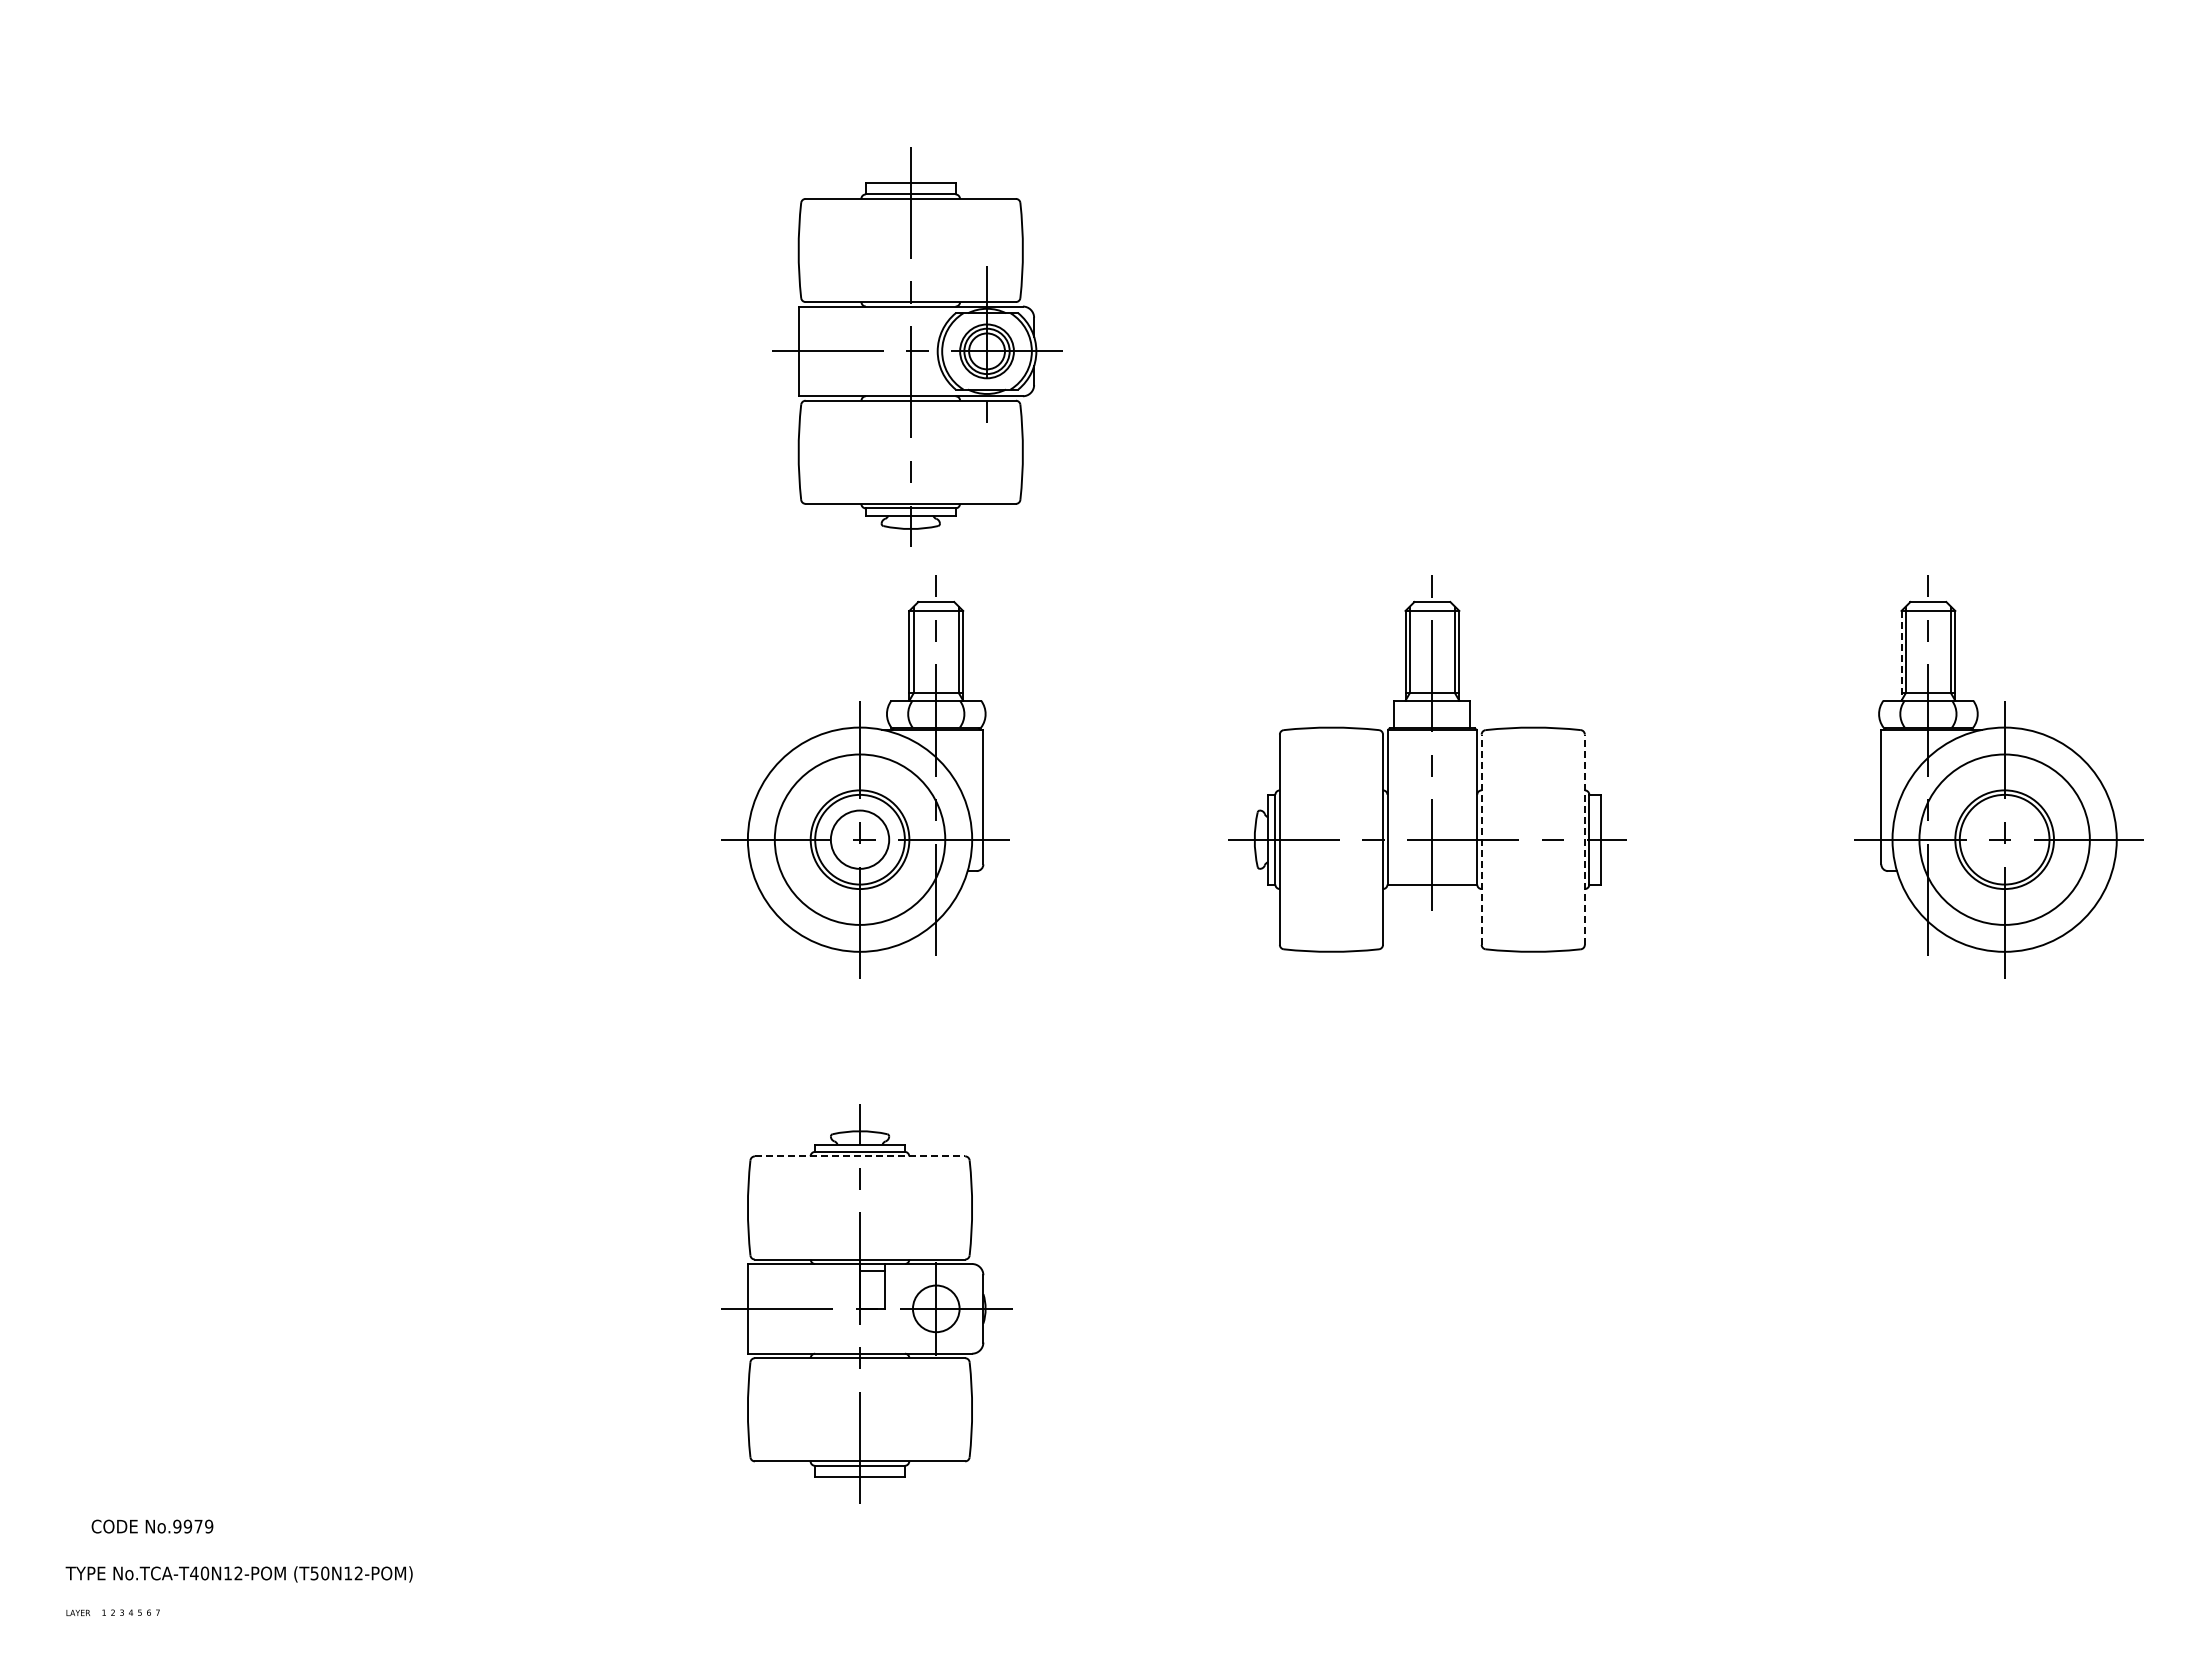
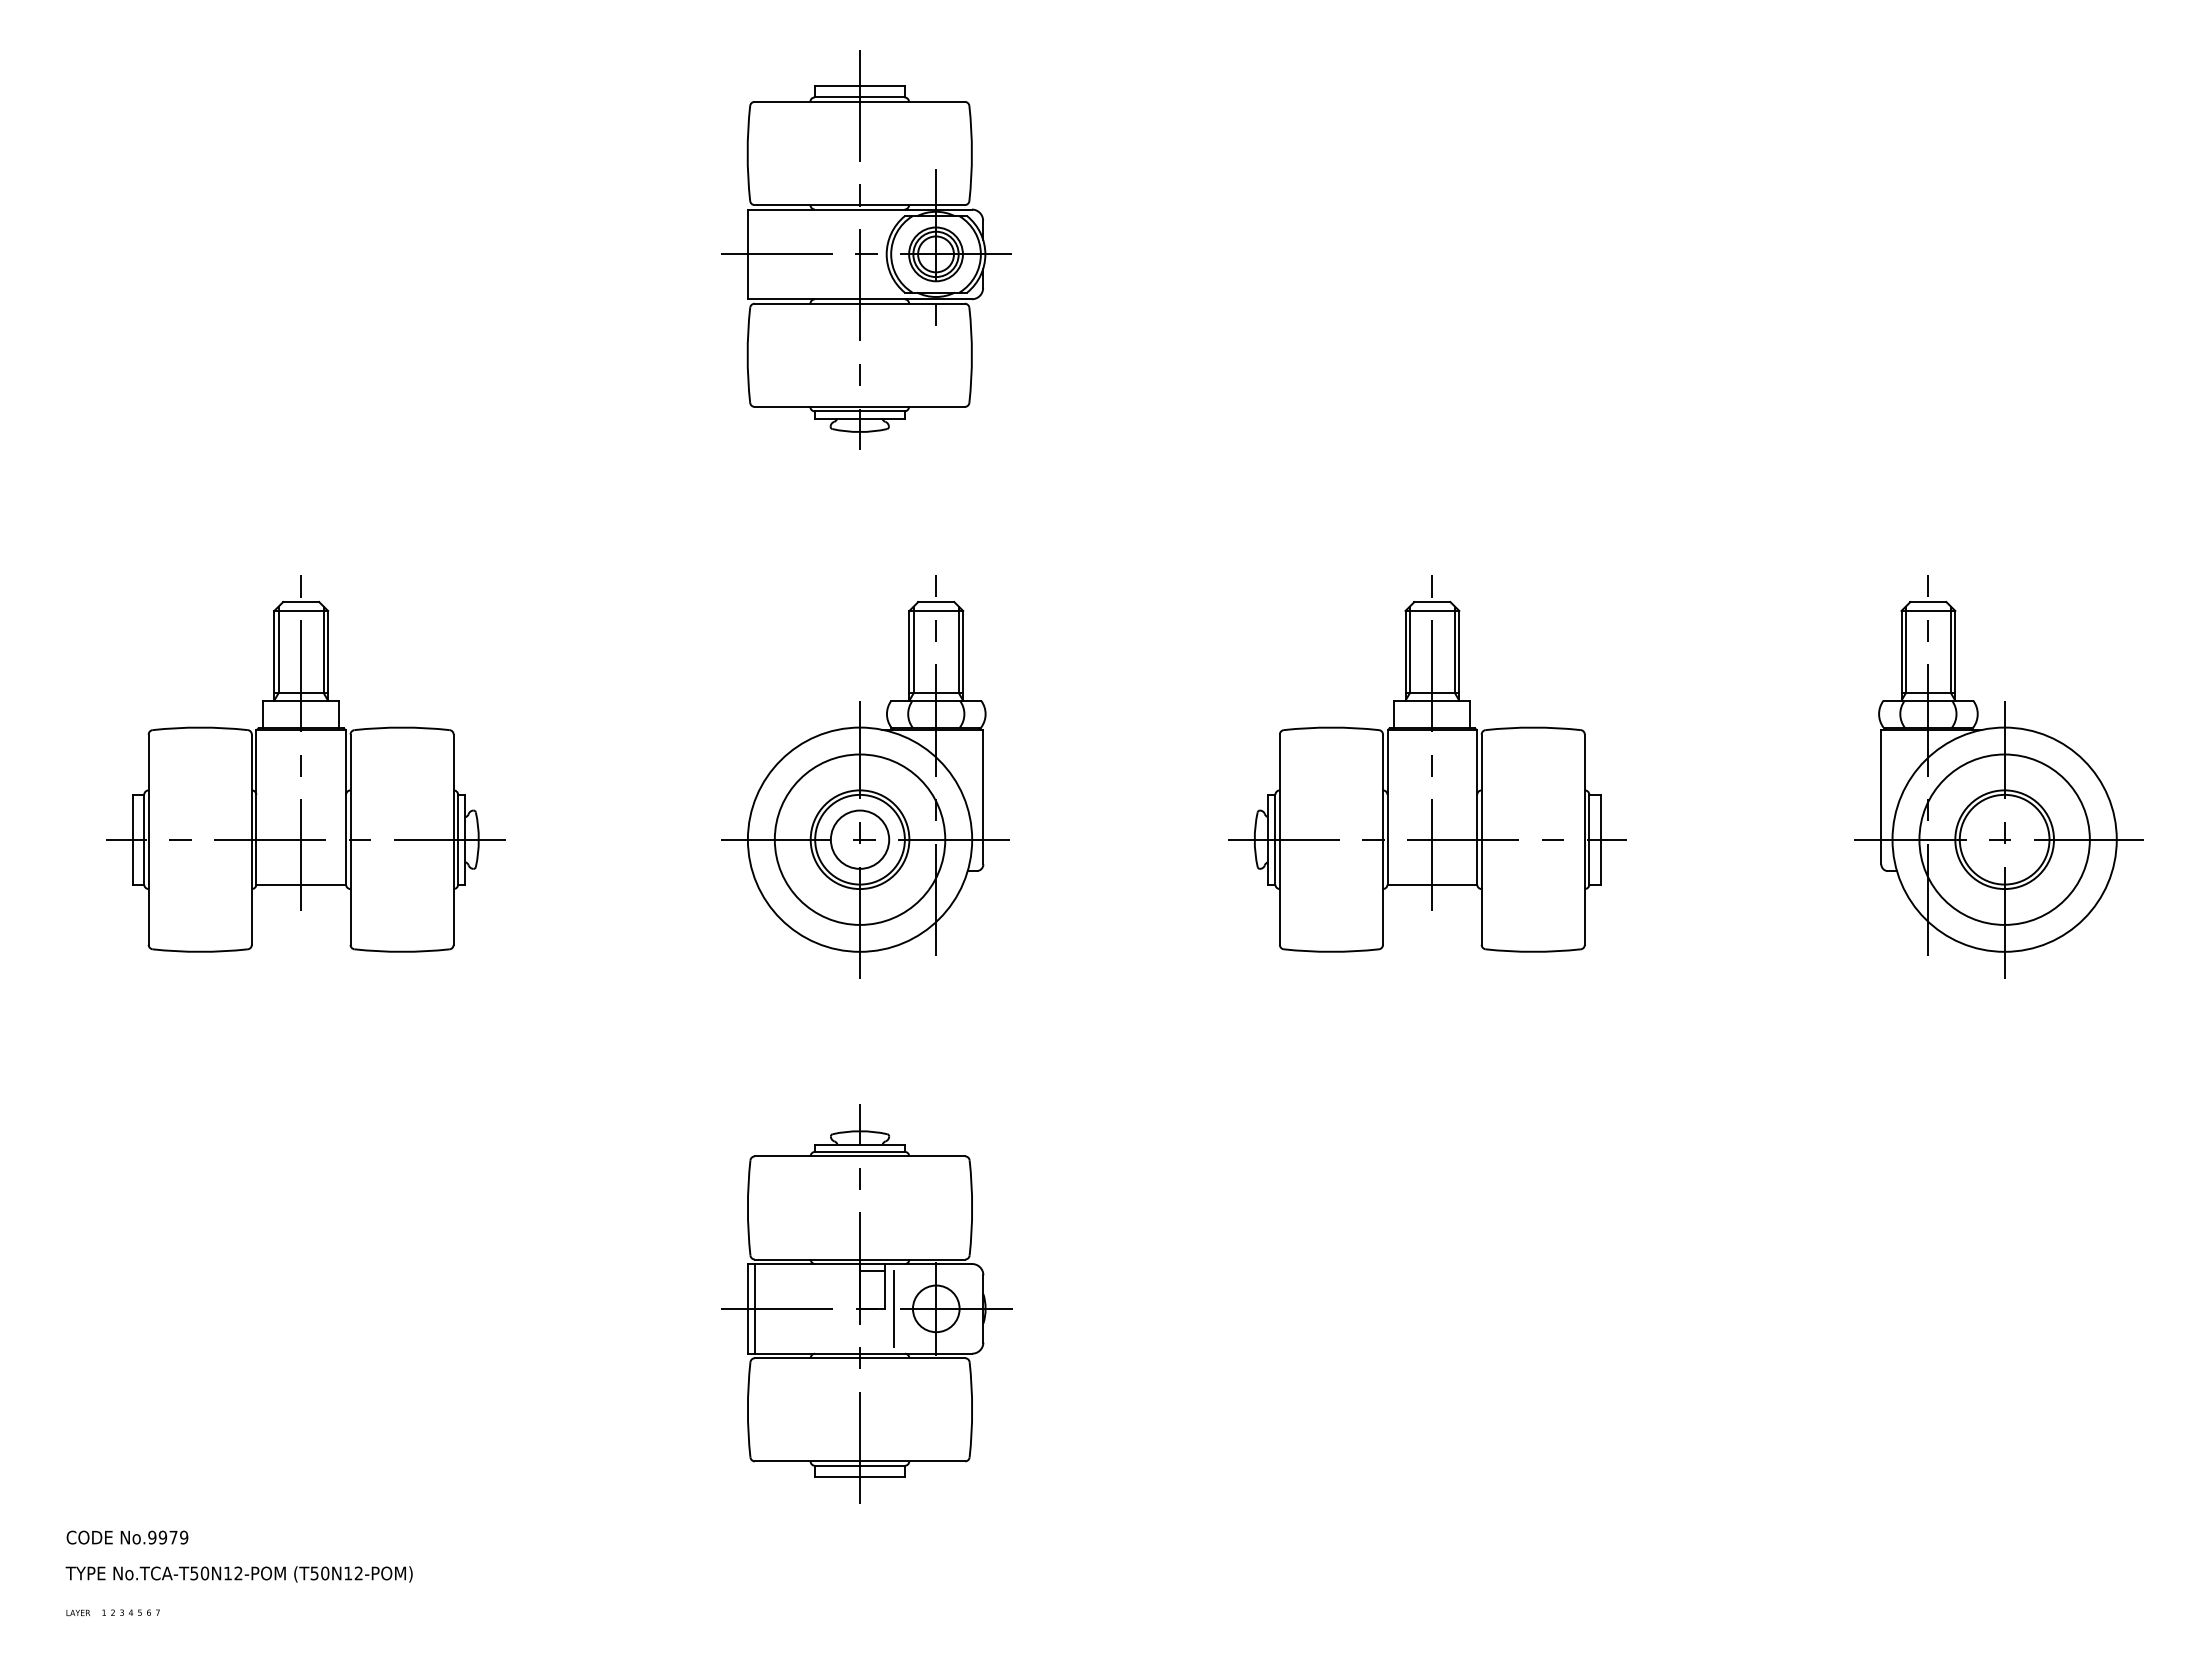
part at (917, 346) position: (917, 346) -> (866, 249)
line at (1901, 655): dashed -> solid
part at (305, 763): none -> present
line at (1481, 839): dashed -> solid
line at (1584, 839): dashed -> solid
line at (860, 1156): dashed -> solid
line at (754, 1308): none -> present
line at (893, 1308): none -> present
text at (152, 1526) position: (152, 1526) -> (127, 1537)
text at (194, 1573): No.TCA-T40N12-POM -> No.TCA-T50N12-POM
